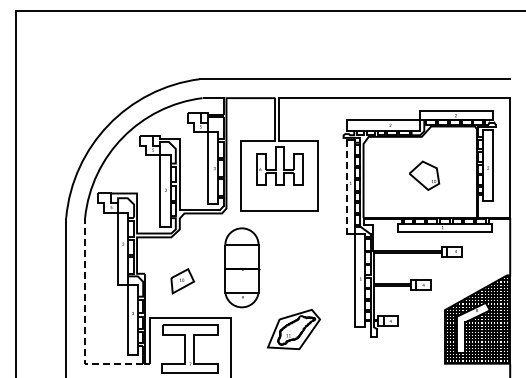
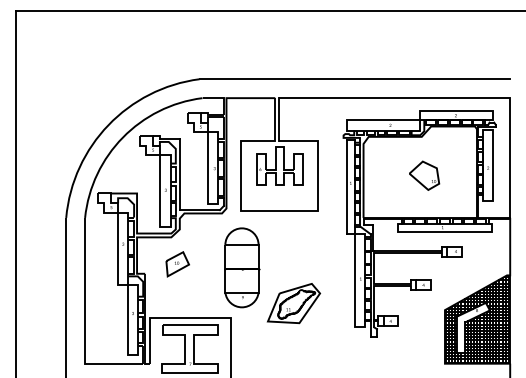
line at (346, 186): dashed -> solid
part at (182, 281) position: (182, 281) -> (177, 264)
line at (85, 320): dashed -> solid
part at (293, 329) position: (293, 329) -> (293, 303)
